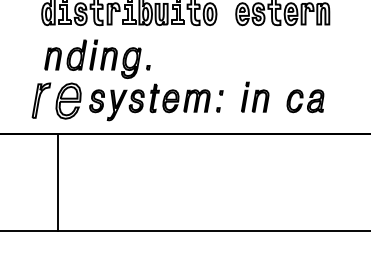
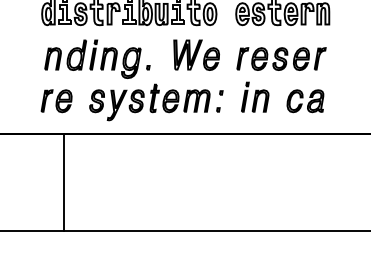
part at (196, 54): none -> present
part at (281, 58): none -> present
part at (56, 100) size: 51x38 px -> 33x25 px
line at (57, 181) position: (57, 181) -> (63, 181)
